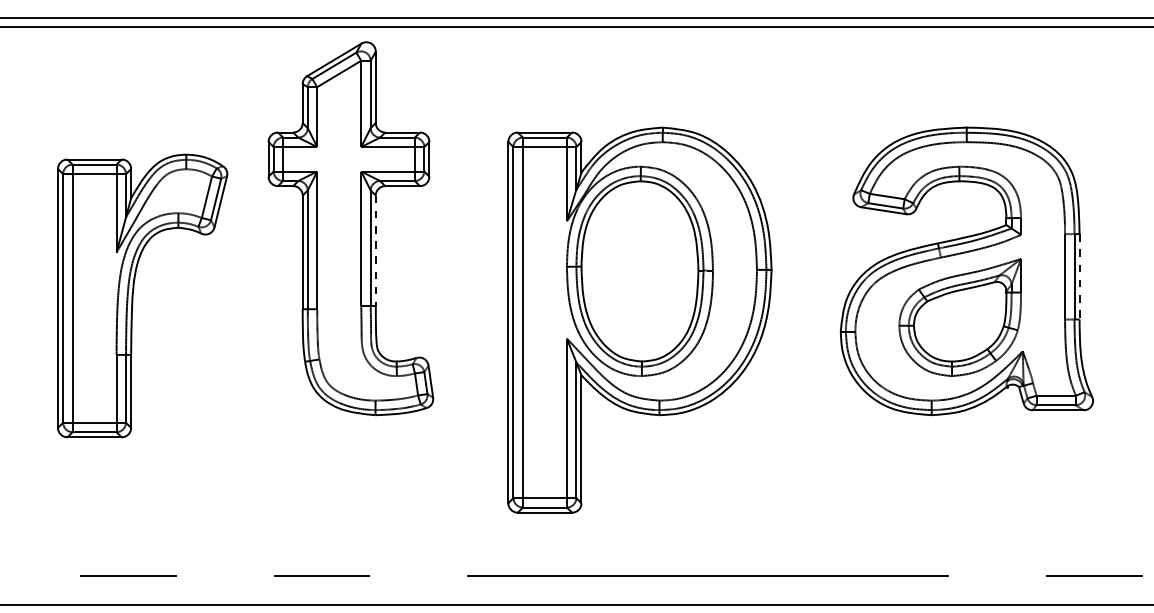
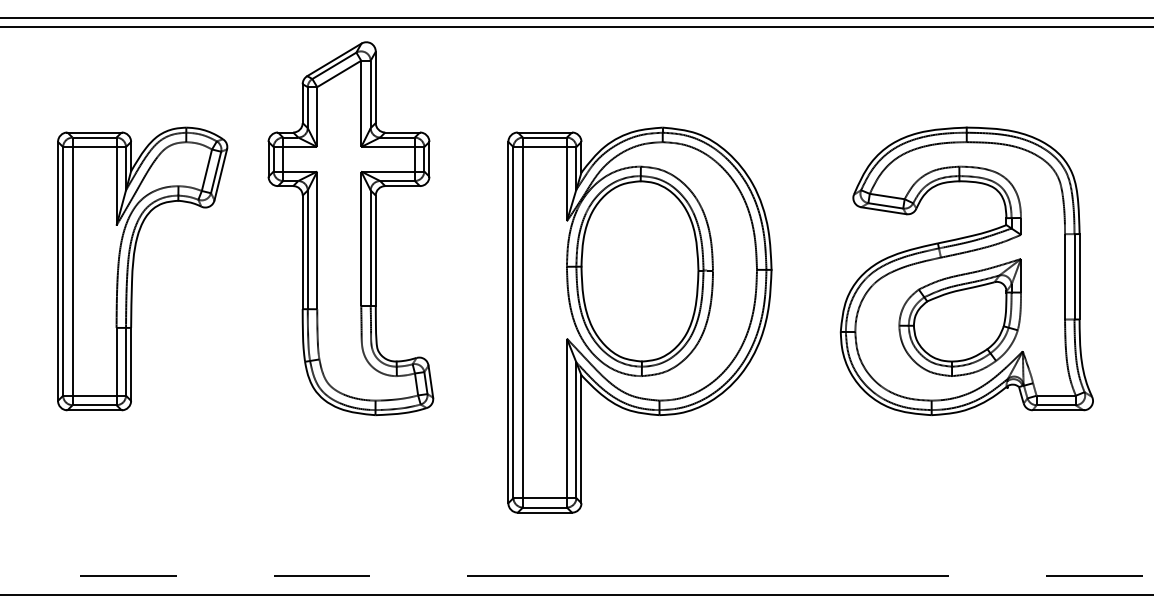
line at (375, 250): dashed -> solid
line at (1079, 276): dashed -> solid
part at (133, 295) position: (133, 295) -> (133, 268)
line at (576, 604) position: (576, 604) -> (576, 594)
